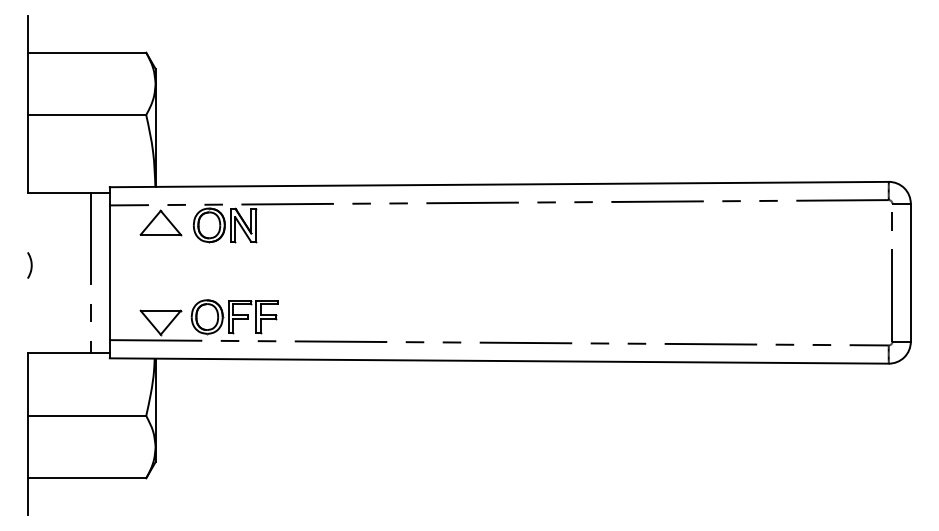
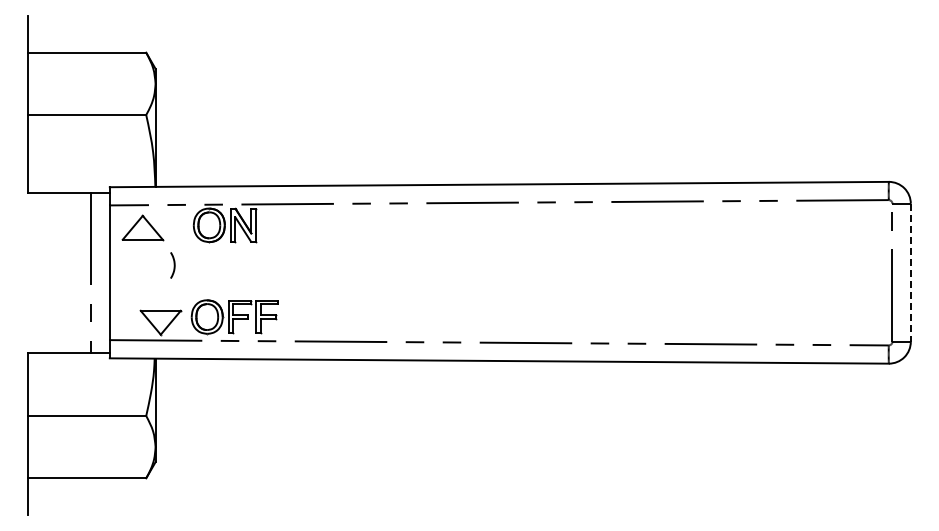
part at (160, 222) position: (160, 222) -> (142, 227)
curve at (30, 265) position: (30, 265) -> (173, 265)
line at (910, 273): solid -> dashed
